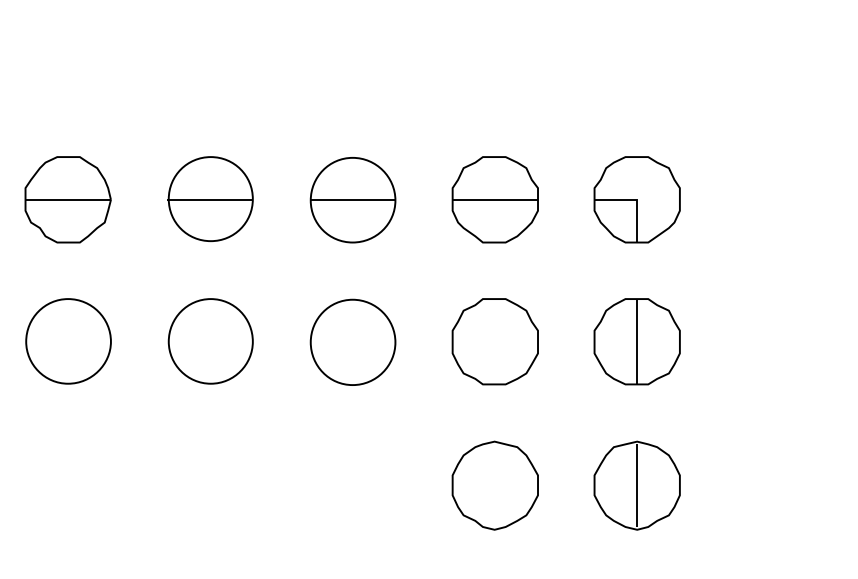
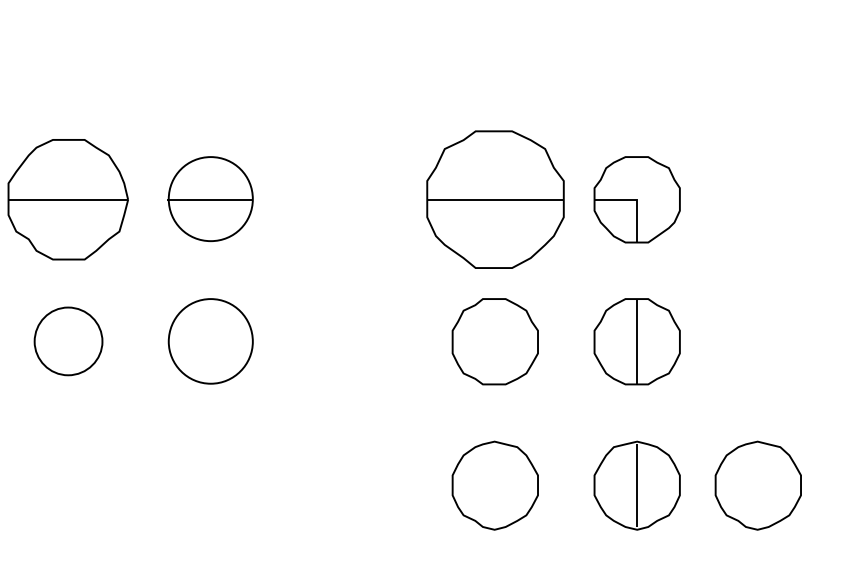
part at (67, 199) size: 88x88 px -> 122x122 px
part at (494, 199) size: 88x88 px -> 139x139 px
part at (352, 200): present -> none
part at (68, 341) size: 87x87 px -> 71x71 px
part at (352, 341): present -> none
part at (757, 485): none -> present
